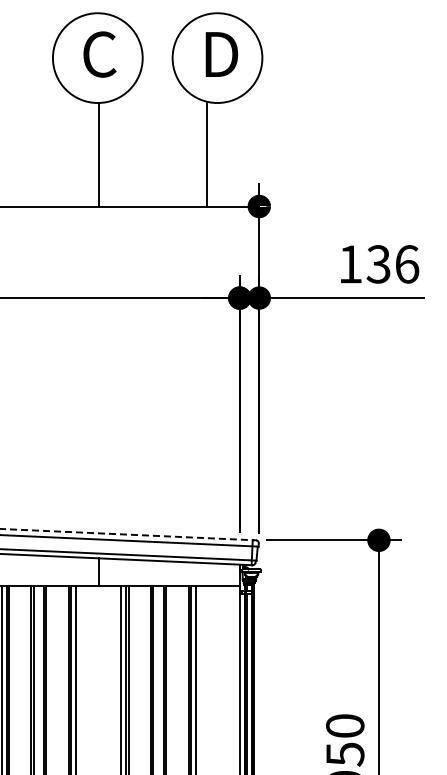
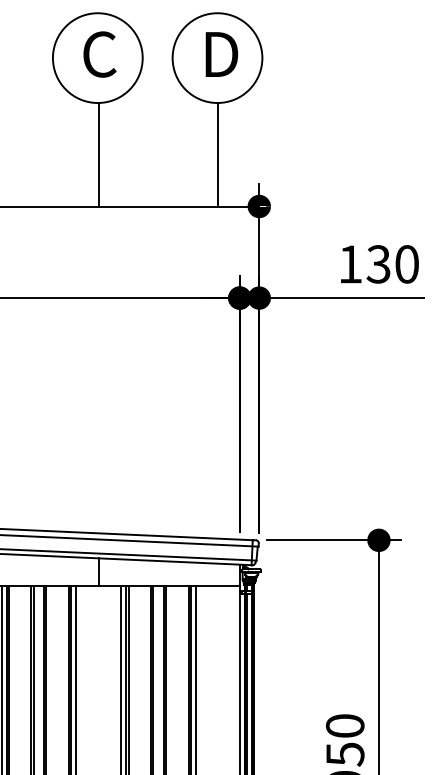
line at (207, 154) position: (207, 154) -> (218, 154)
text at (407, 264): 136 -> 130
line at (126, 534): dashed -> solid
